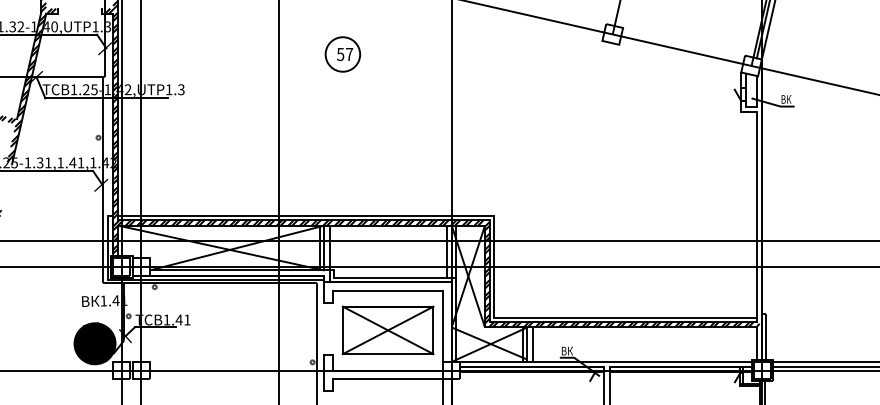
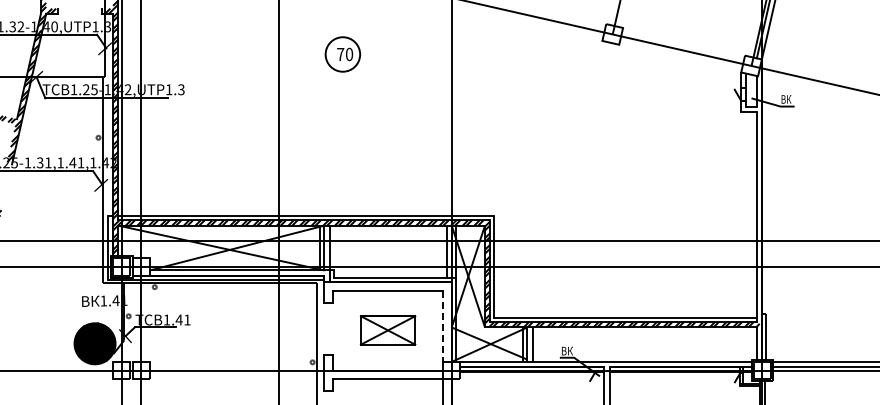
text at (345, 54): 57 -> 70
line at (443, 326): solid -> dashed
part at (387, 330) size: 94x51 px -> 58x31 px
